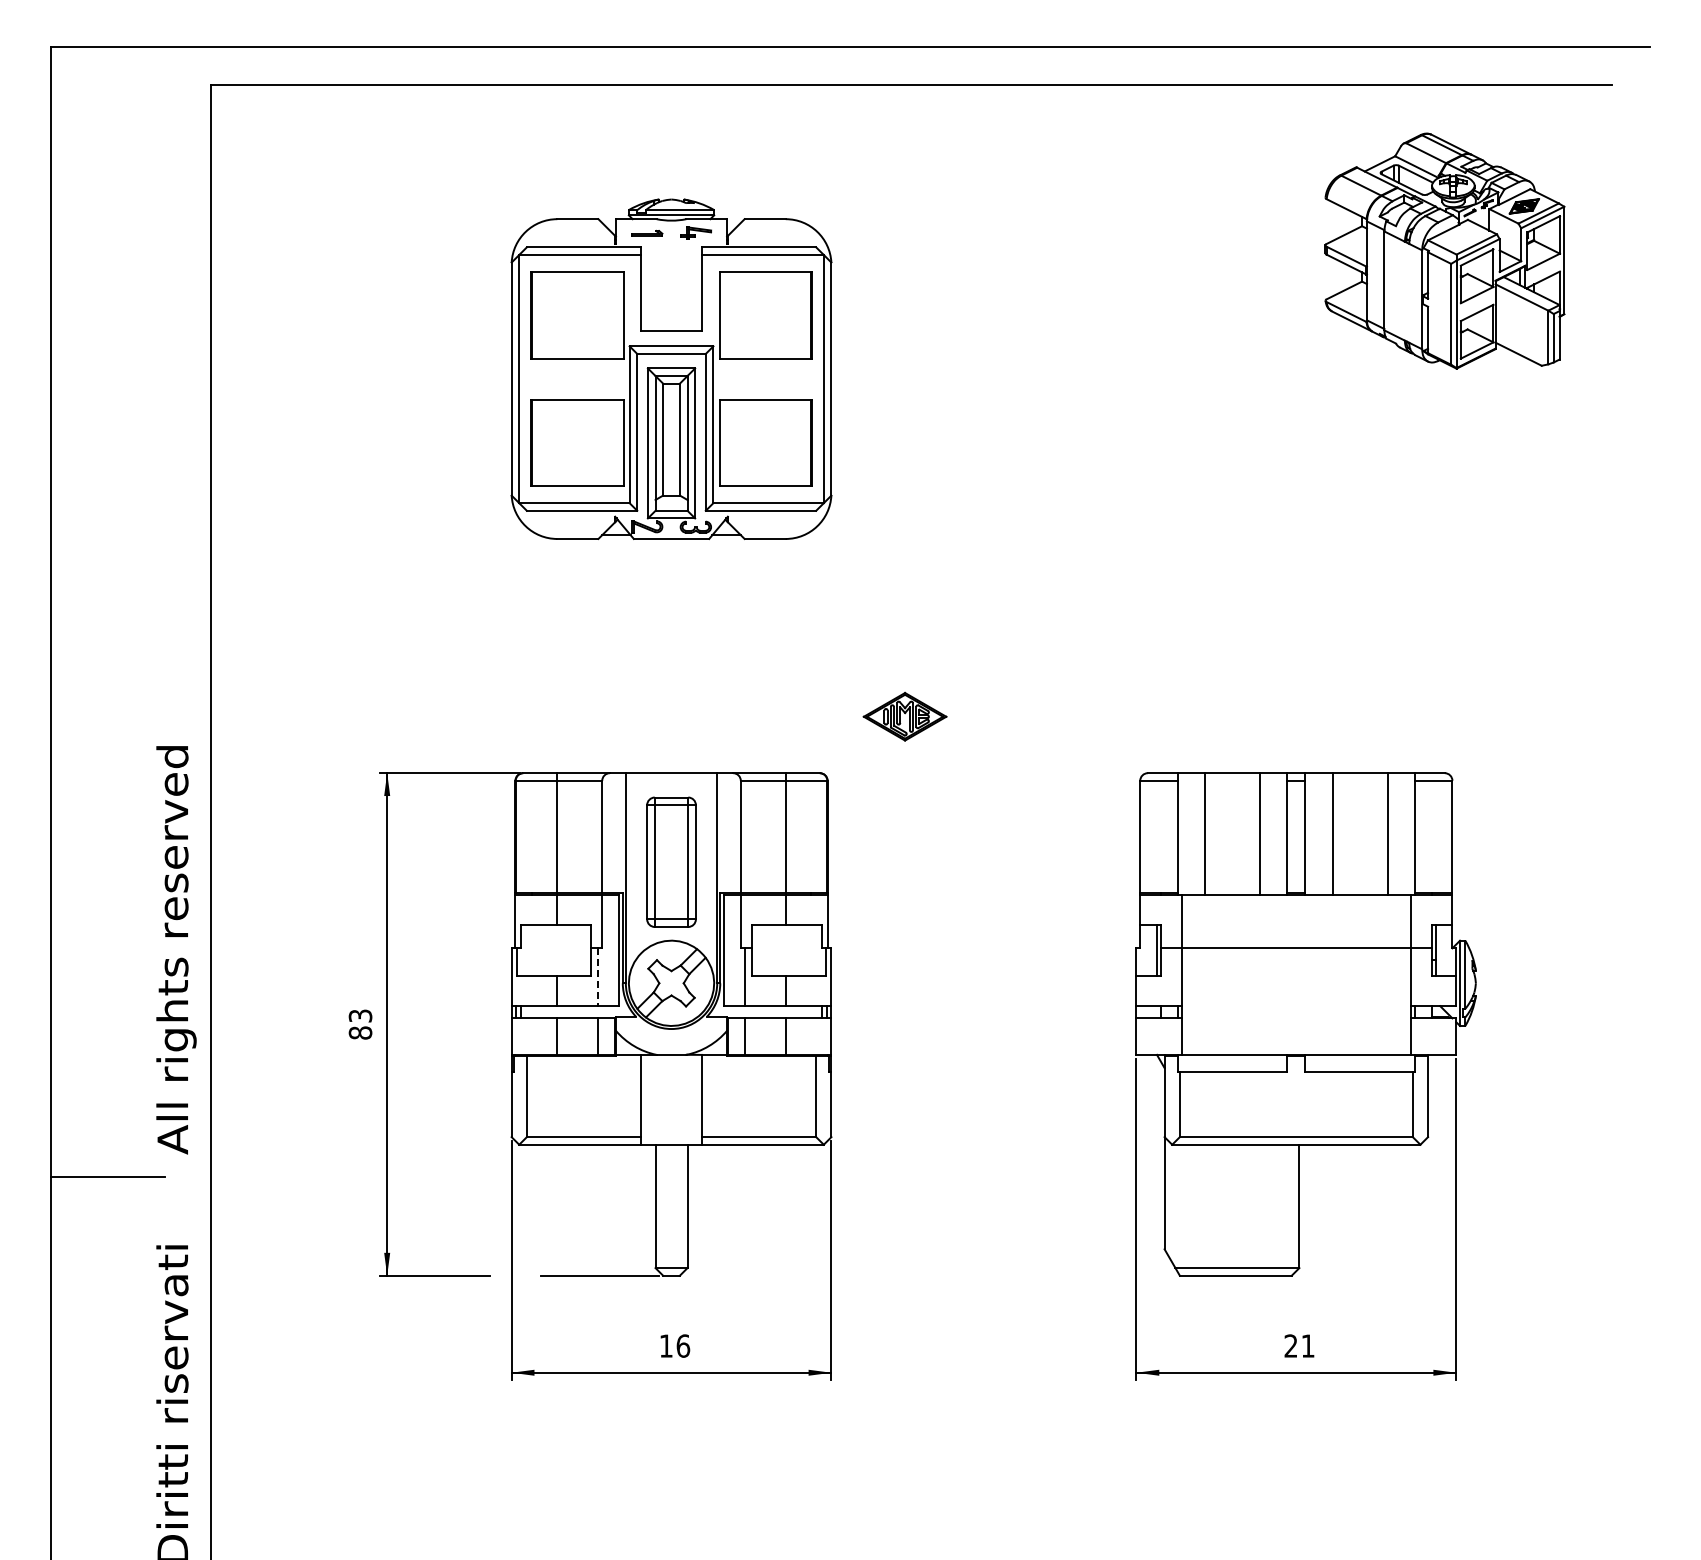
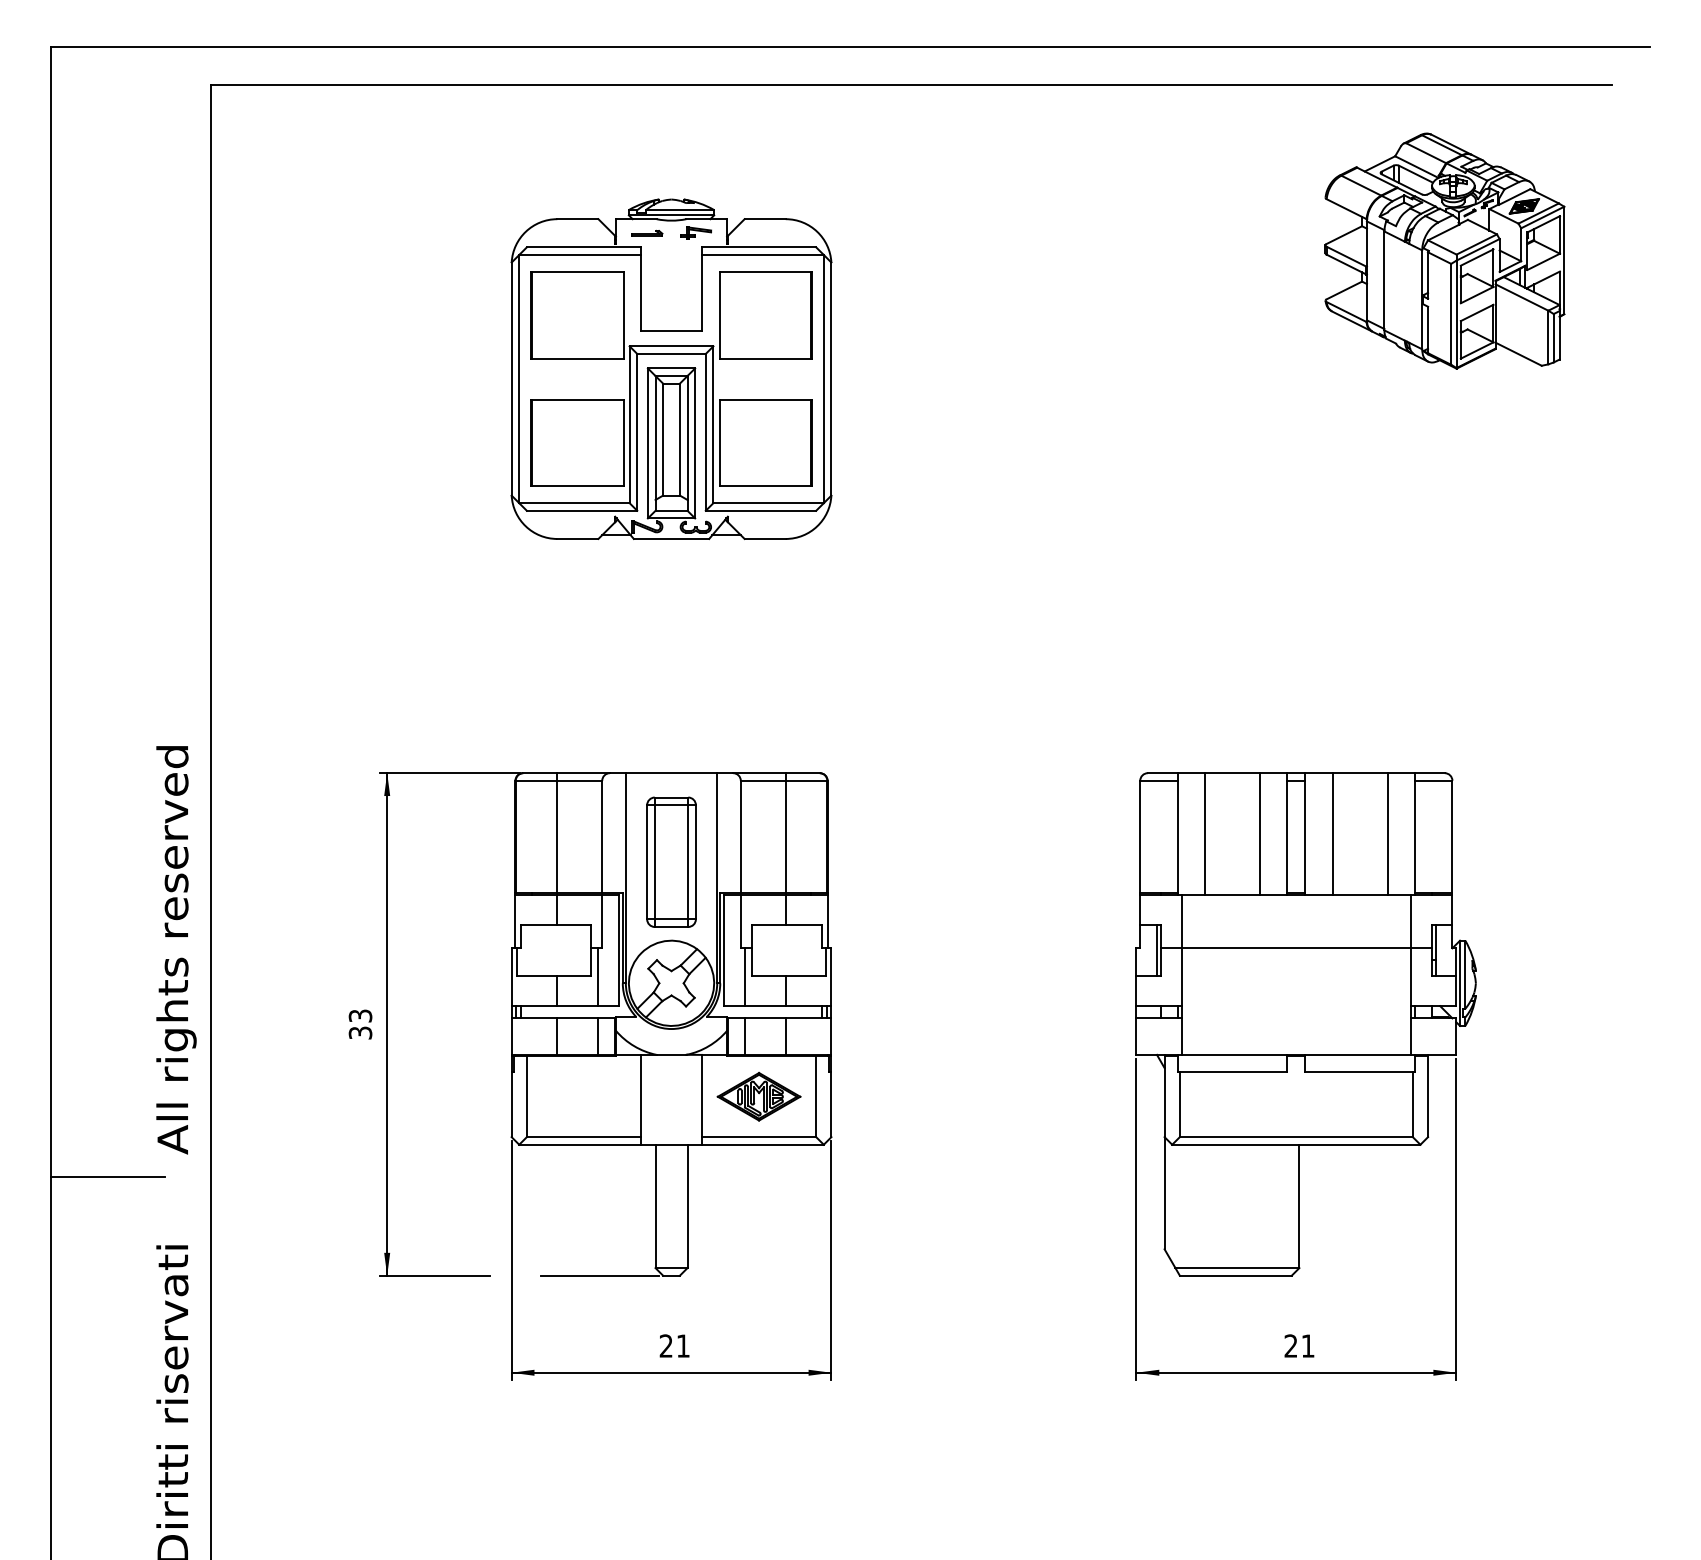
part at (904, 716) position: (904, 716) -> (758, 1096)
line at (598, 977): dashed -> solid
text at (360, 1032): 83 -> 33
text at (674, 1345): 16 -> 21
